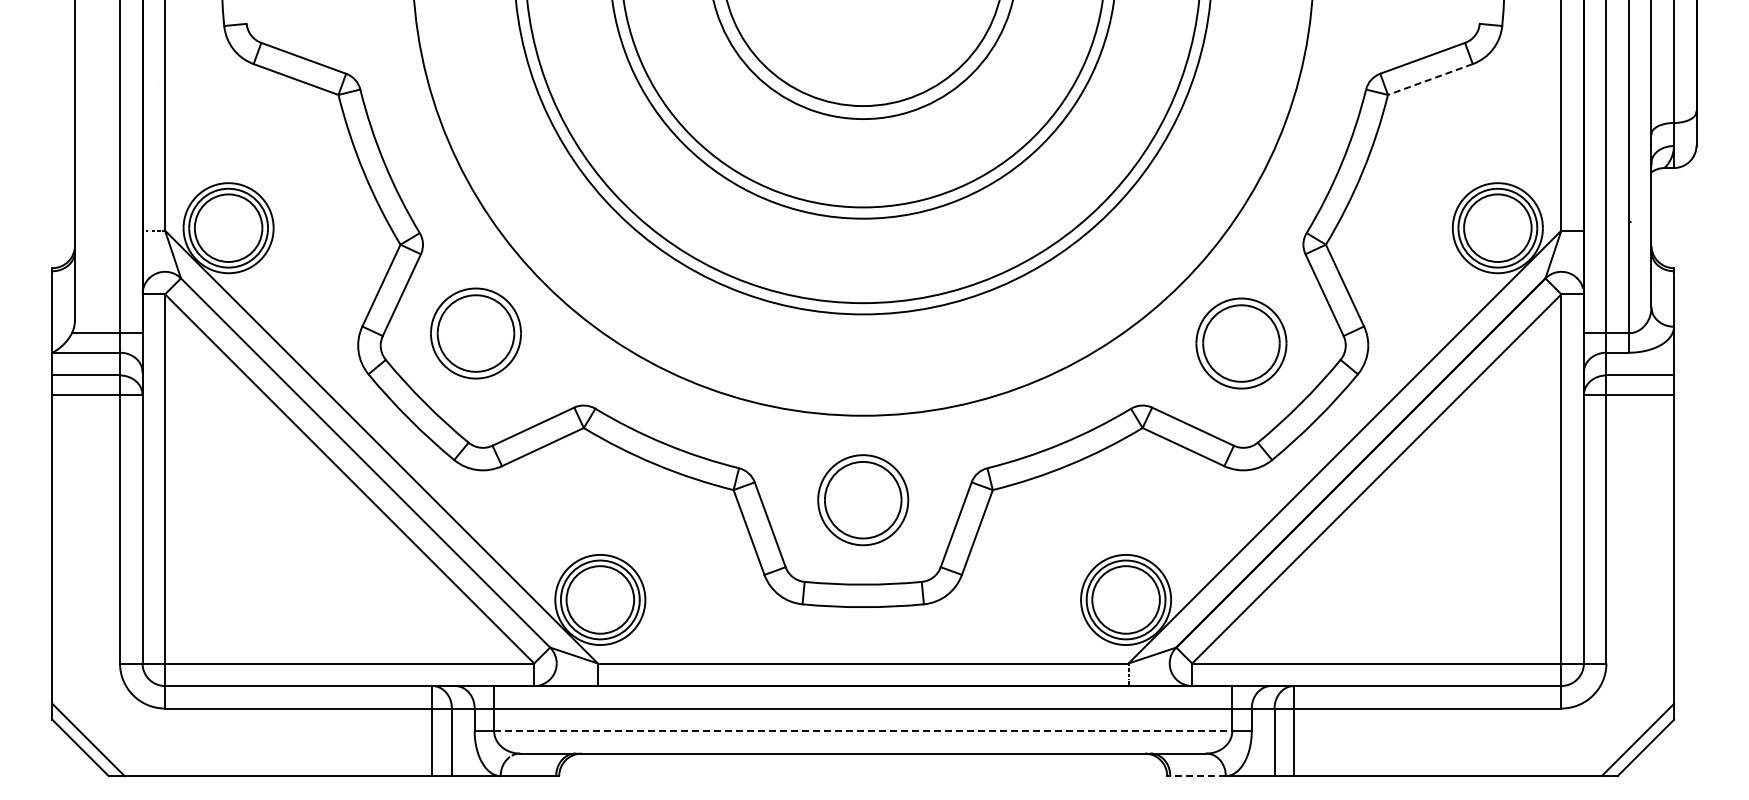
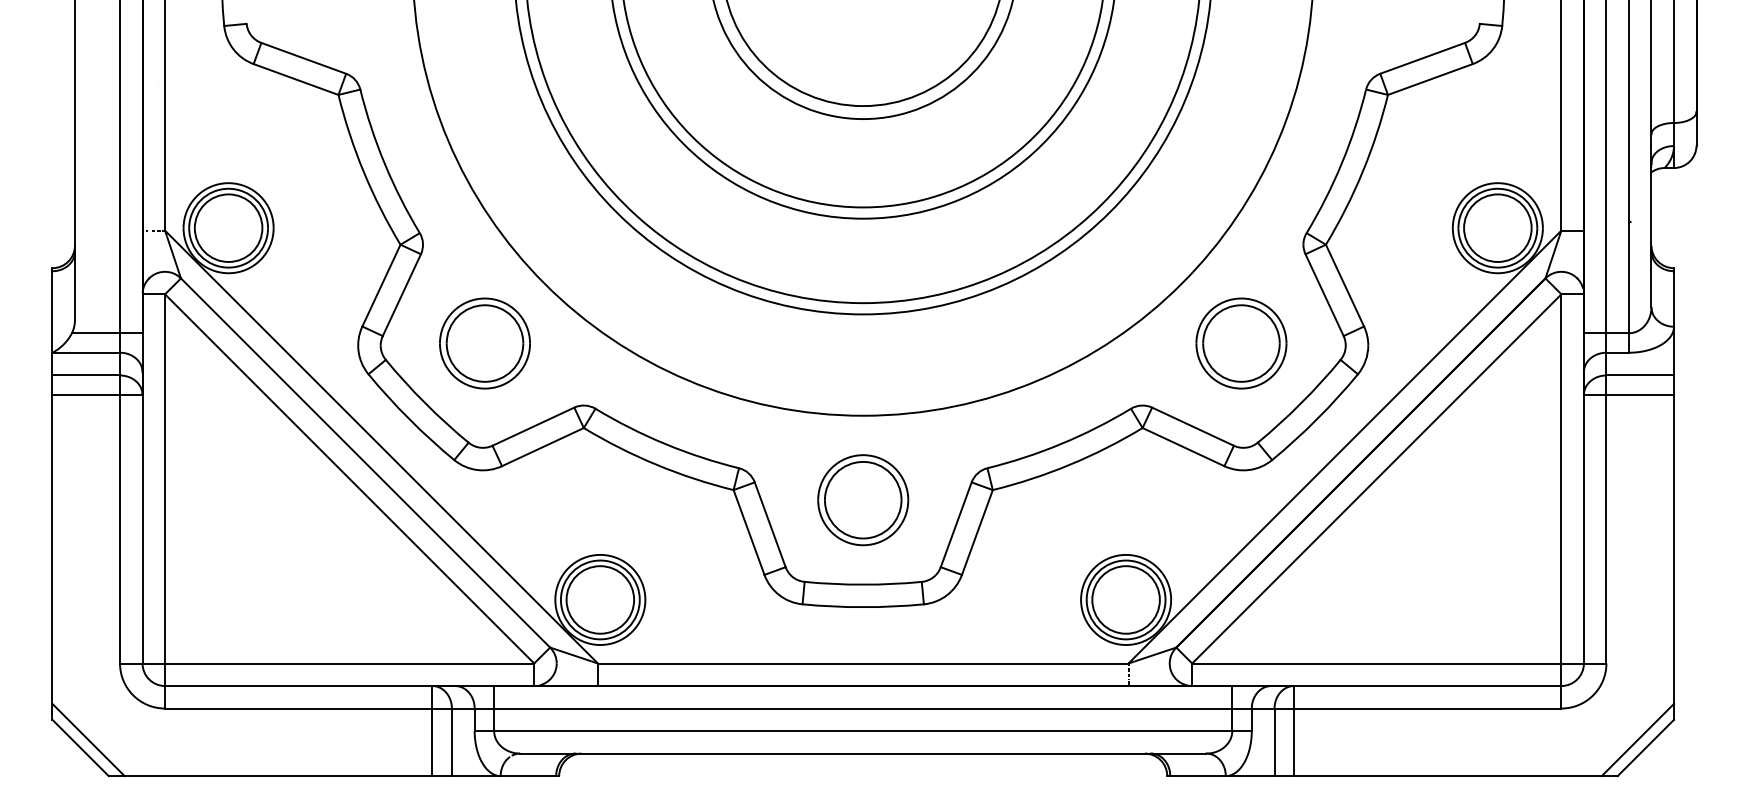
line at (1429, 79): dashed -> solid
part at (475, 333) position: (475, 333) -> (484, 343)
line at (863, 731): dashed -> solid
line at (1198, 776): dashed -> solid
